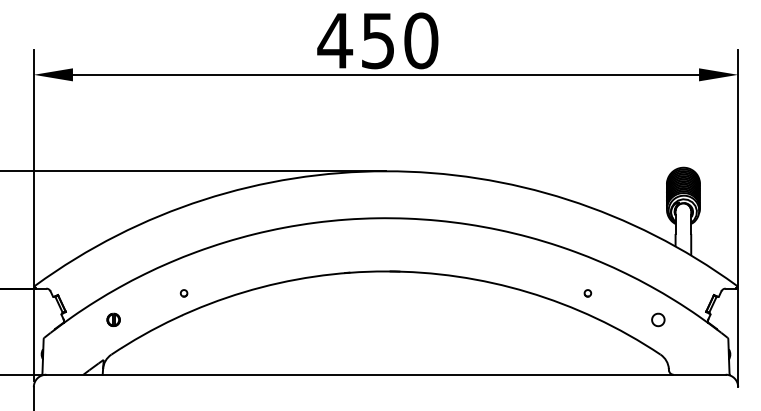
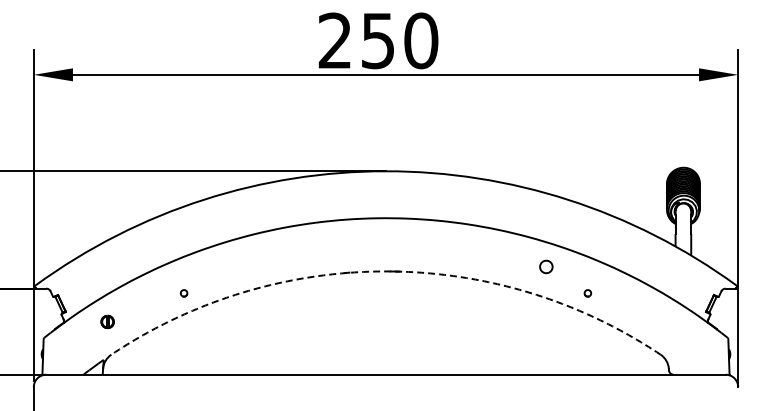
text at (335, 40): 450 -> 250
arc at (386, 271): solid -> dashed
part at (113, 319) position: (113, 319) -> (107, 321)
part at (658, 319) position: (658, 319) -> (546, 266)
